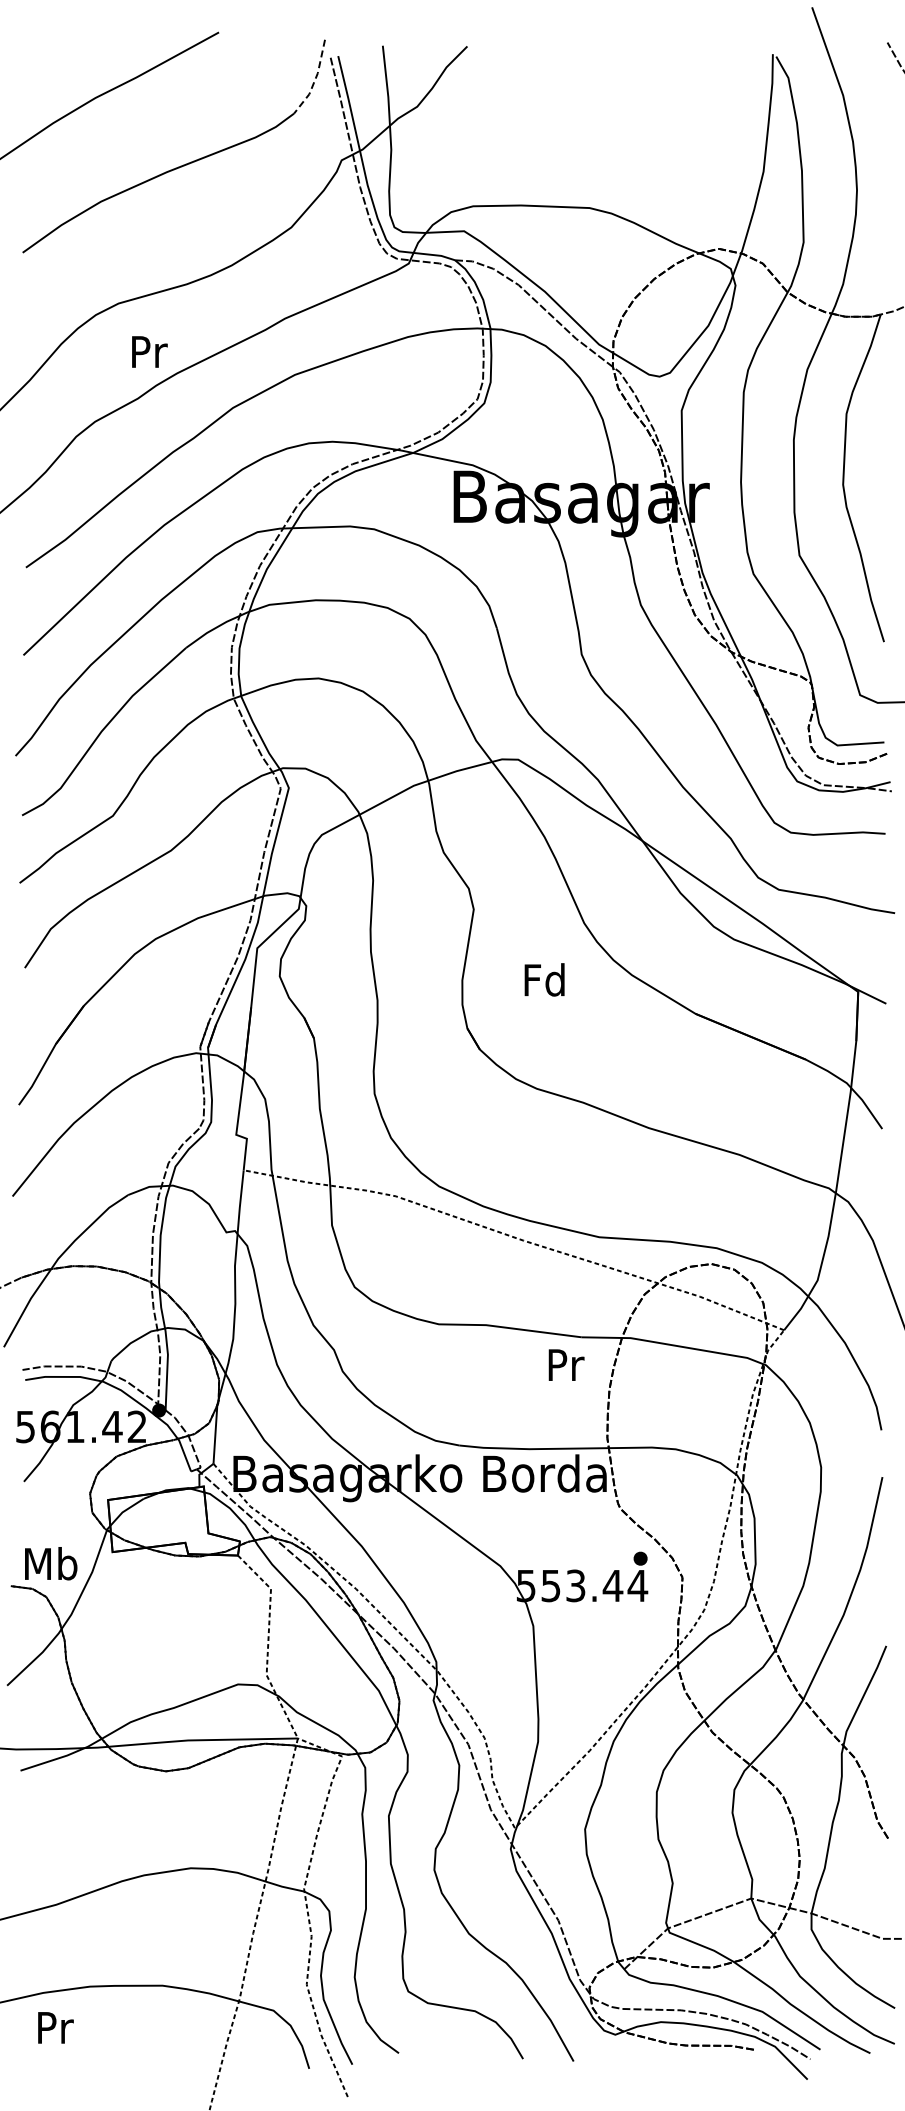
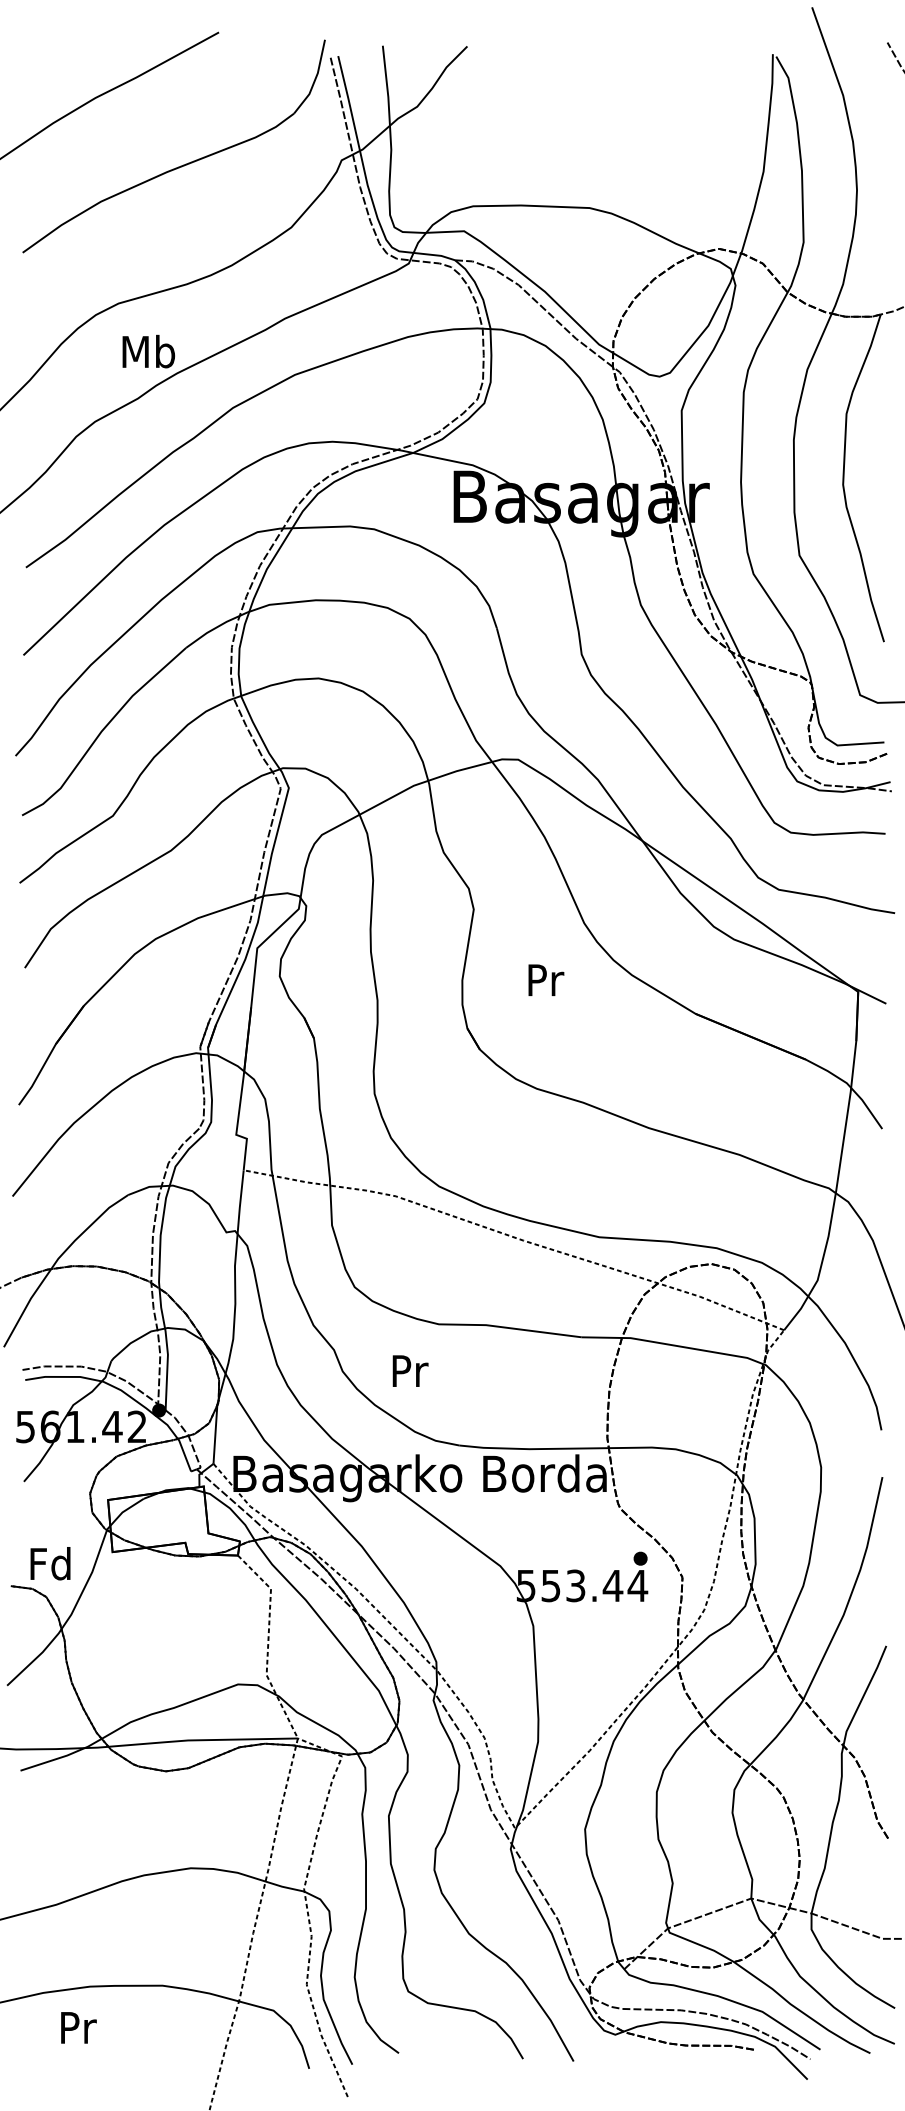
line at (315, 79): dashed -> solid
text at (148, 351): Pr -> Mb
text at (544, 979): Fd -> Pr
text at (566, 1364) position: (566, 1364) -> (410, 1370)
text at (51, 1563): Mb -> Fd
text at (55, 2027) position: (55, 2027) -> (78, 2027)
